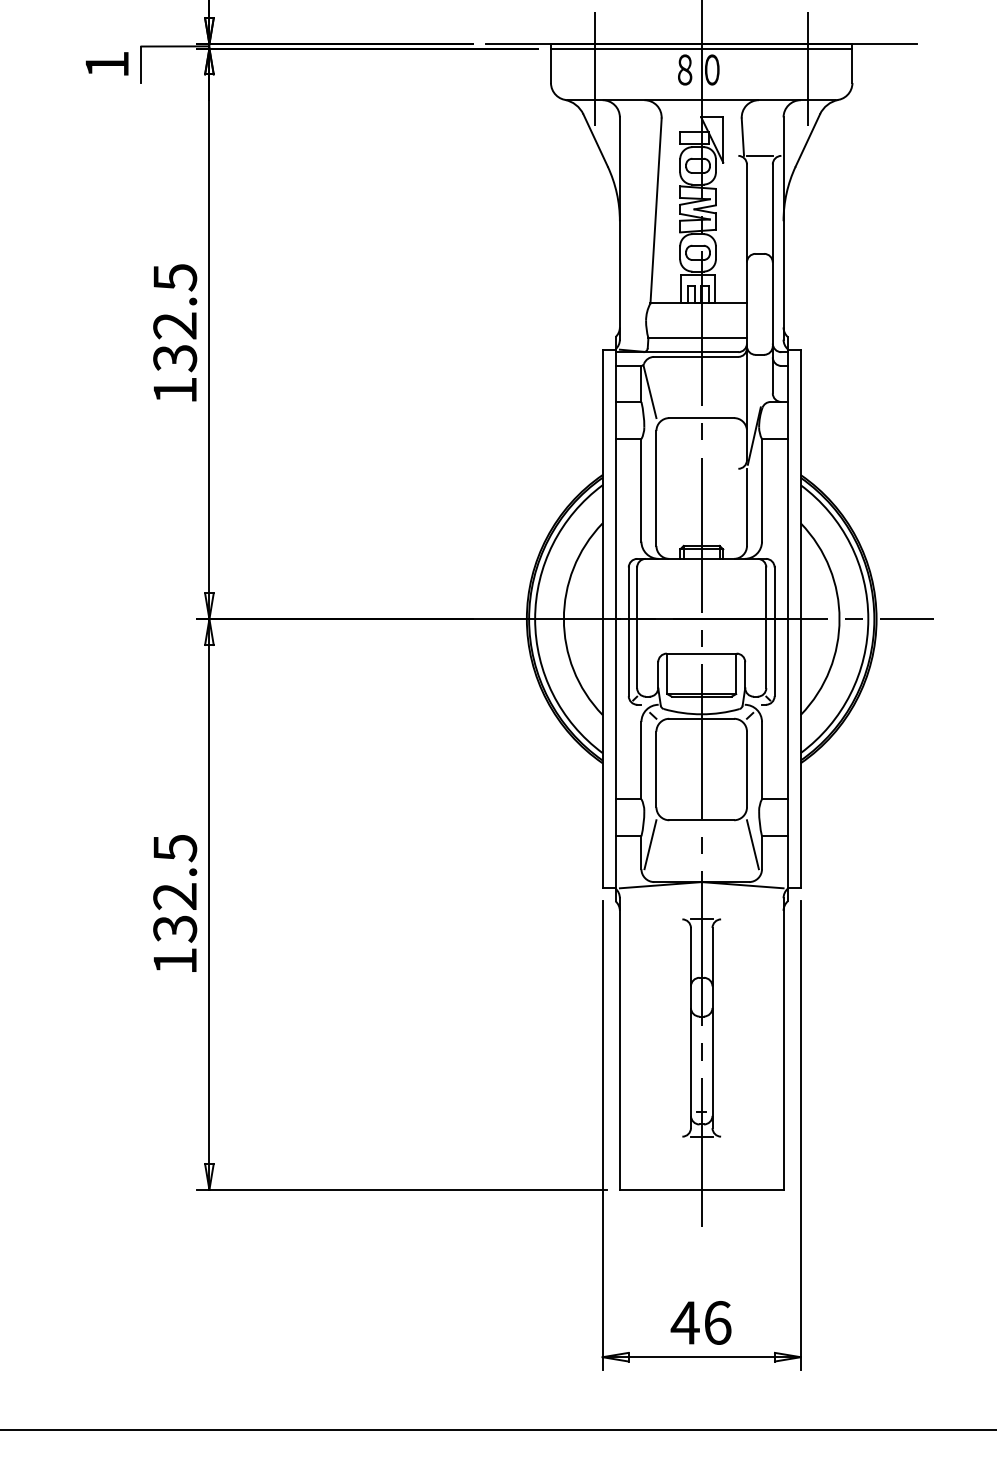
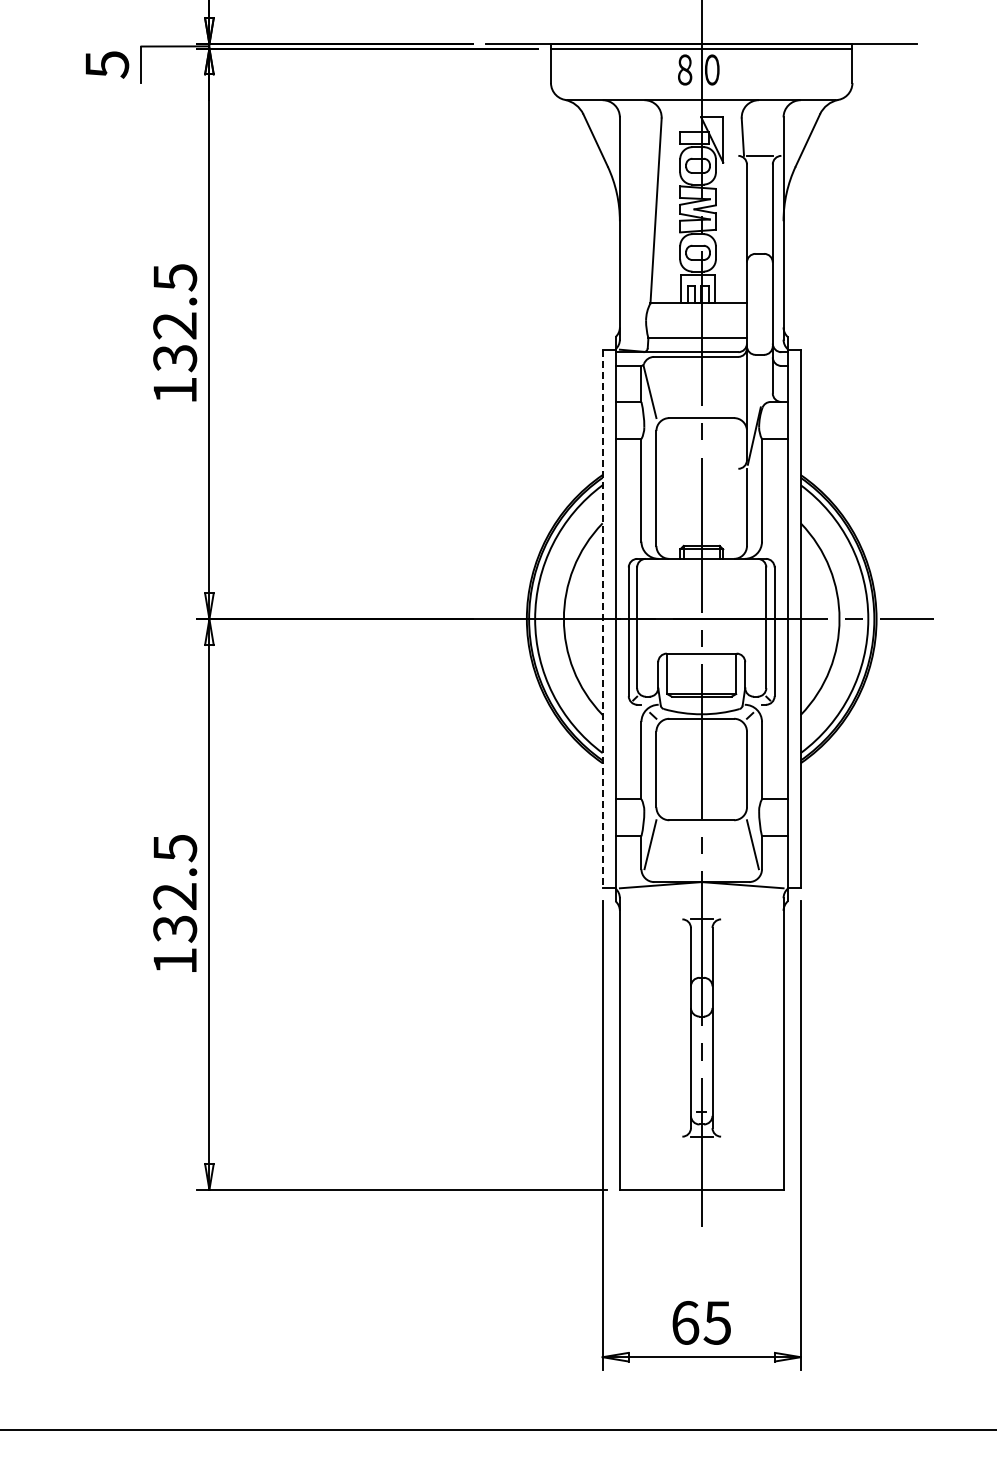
text at (107, 64): 1 -> 5
line at (595, 69): present -> none
line at (808, 69): present -> none
line at (602, 619): solid -> dashed
text at (700, 1322): 46 -> 65
